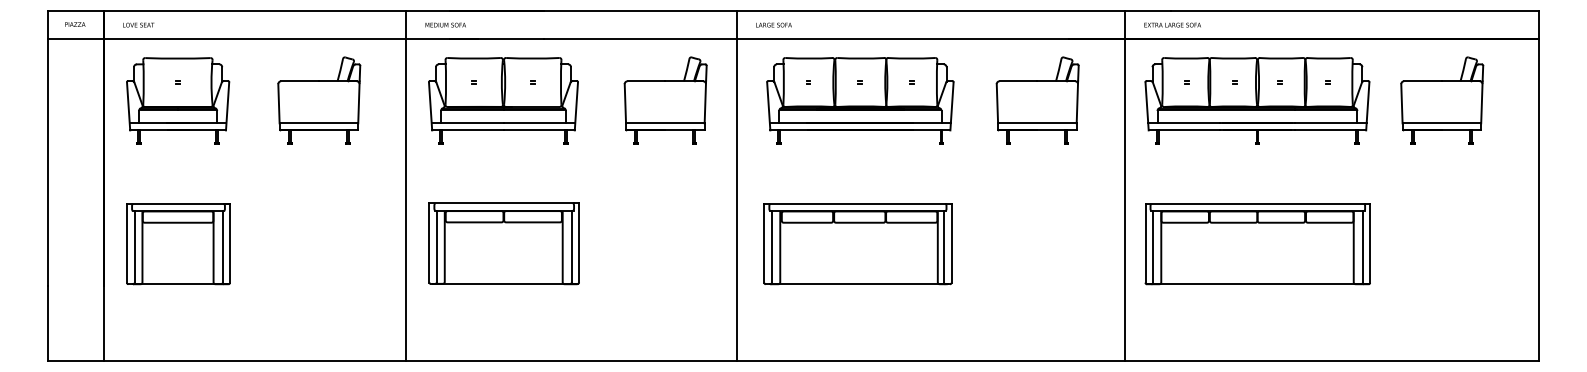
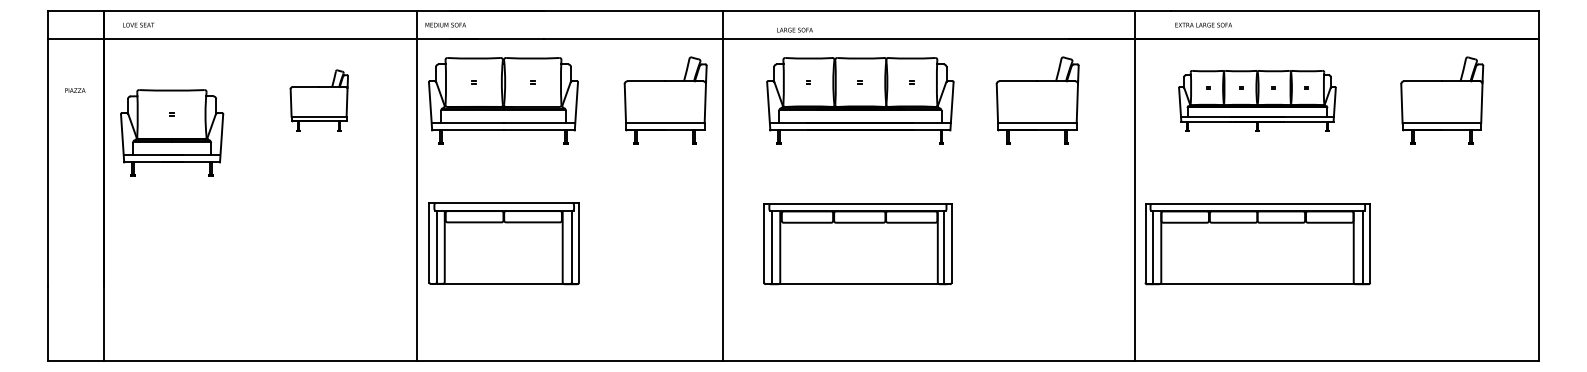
text at (75, 24) position: (75, 24) -> (75, 90)
text at (773, 24) position: (773, 24) -> (794, 29)
text at (1172, 24) position: (1172, 24) -> (1203, 24)
part at (178, 100) position: (178, 100) -> (172, 132)
part at (319, 100) size: 85x89 px -> 60x63 px
part at (1257, 100) size: 227x88 px -> 159x62 px
line at (406, 185) position: (406, 185) -> (417, 185)
line at (736, 185) position: (736, 185) -> (722, 185)
line at (1125, 185) position: (1125, 185) -> (1135, 185)
part at (178, 244): present -> none
